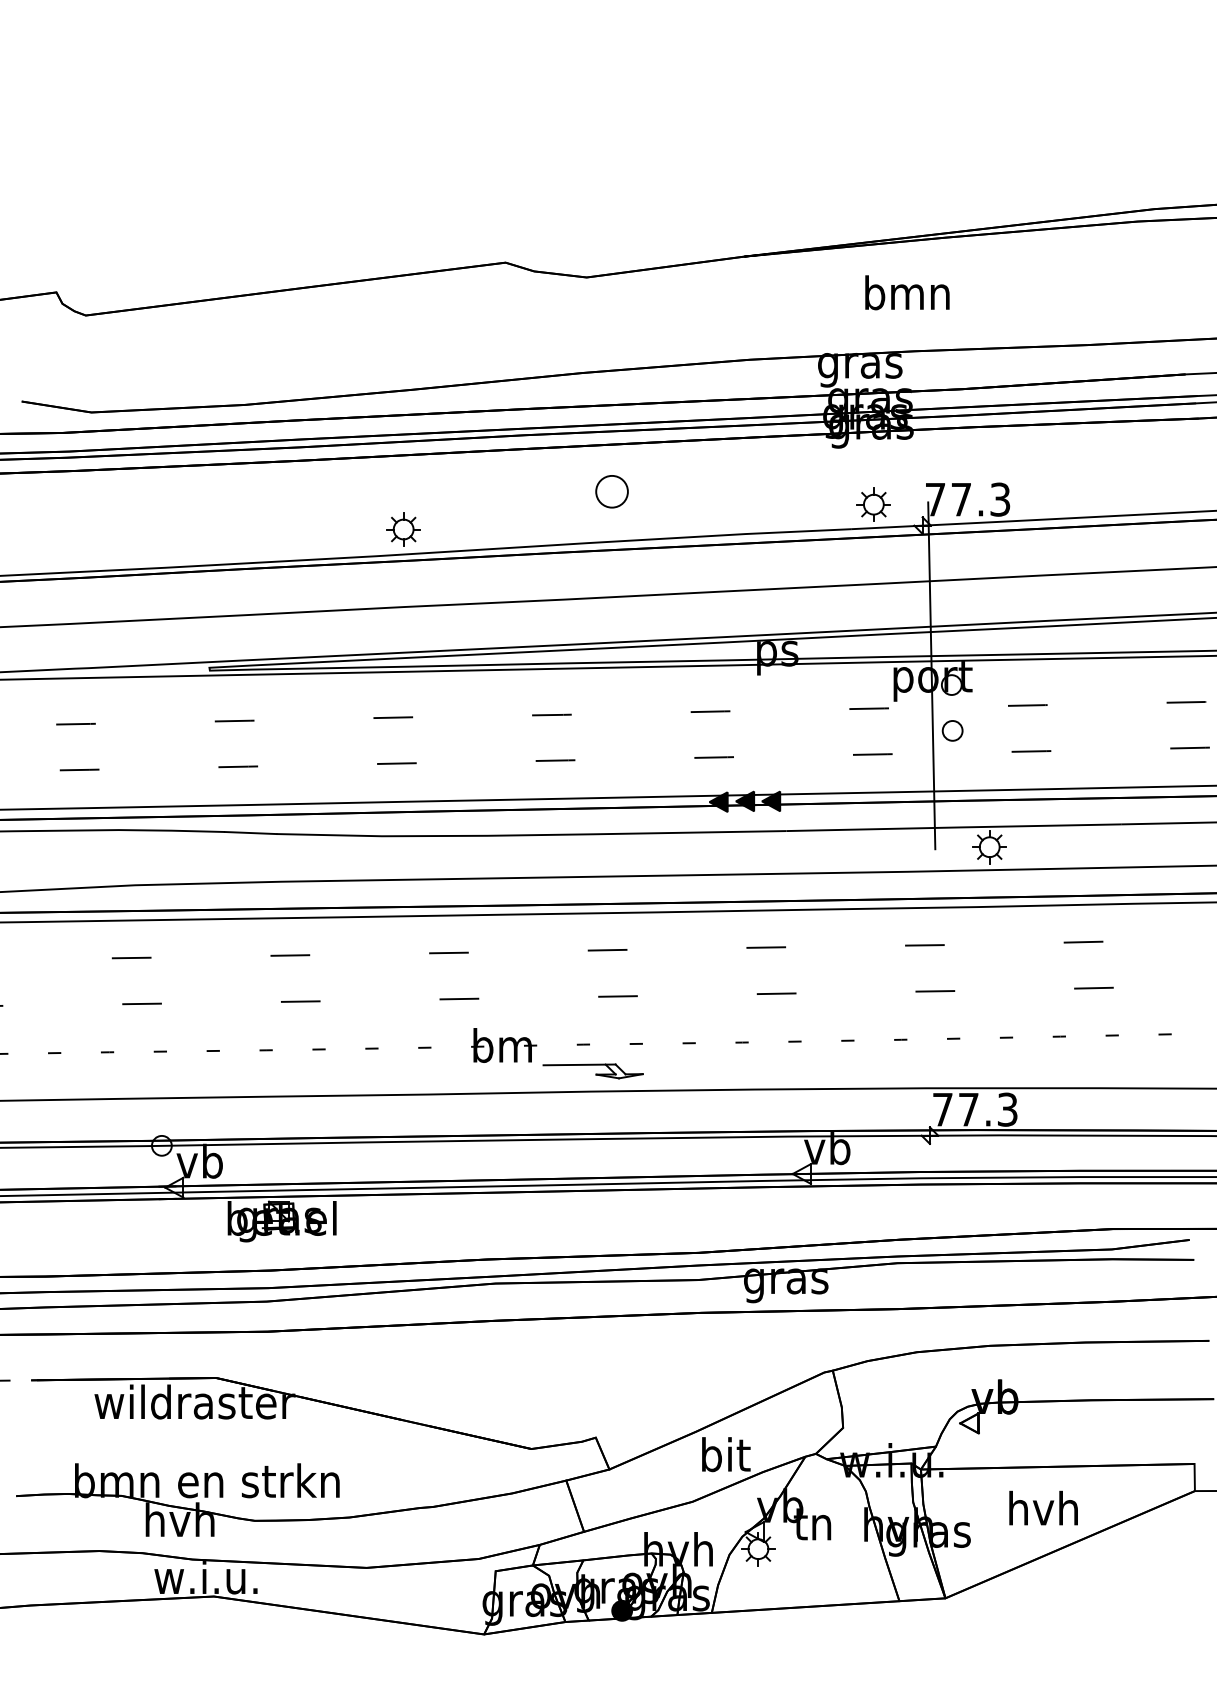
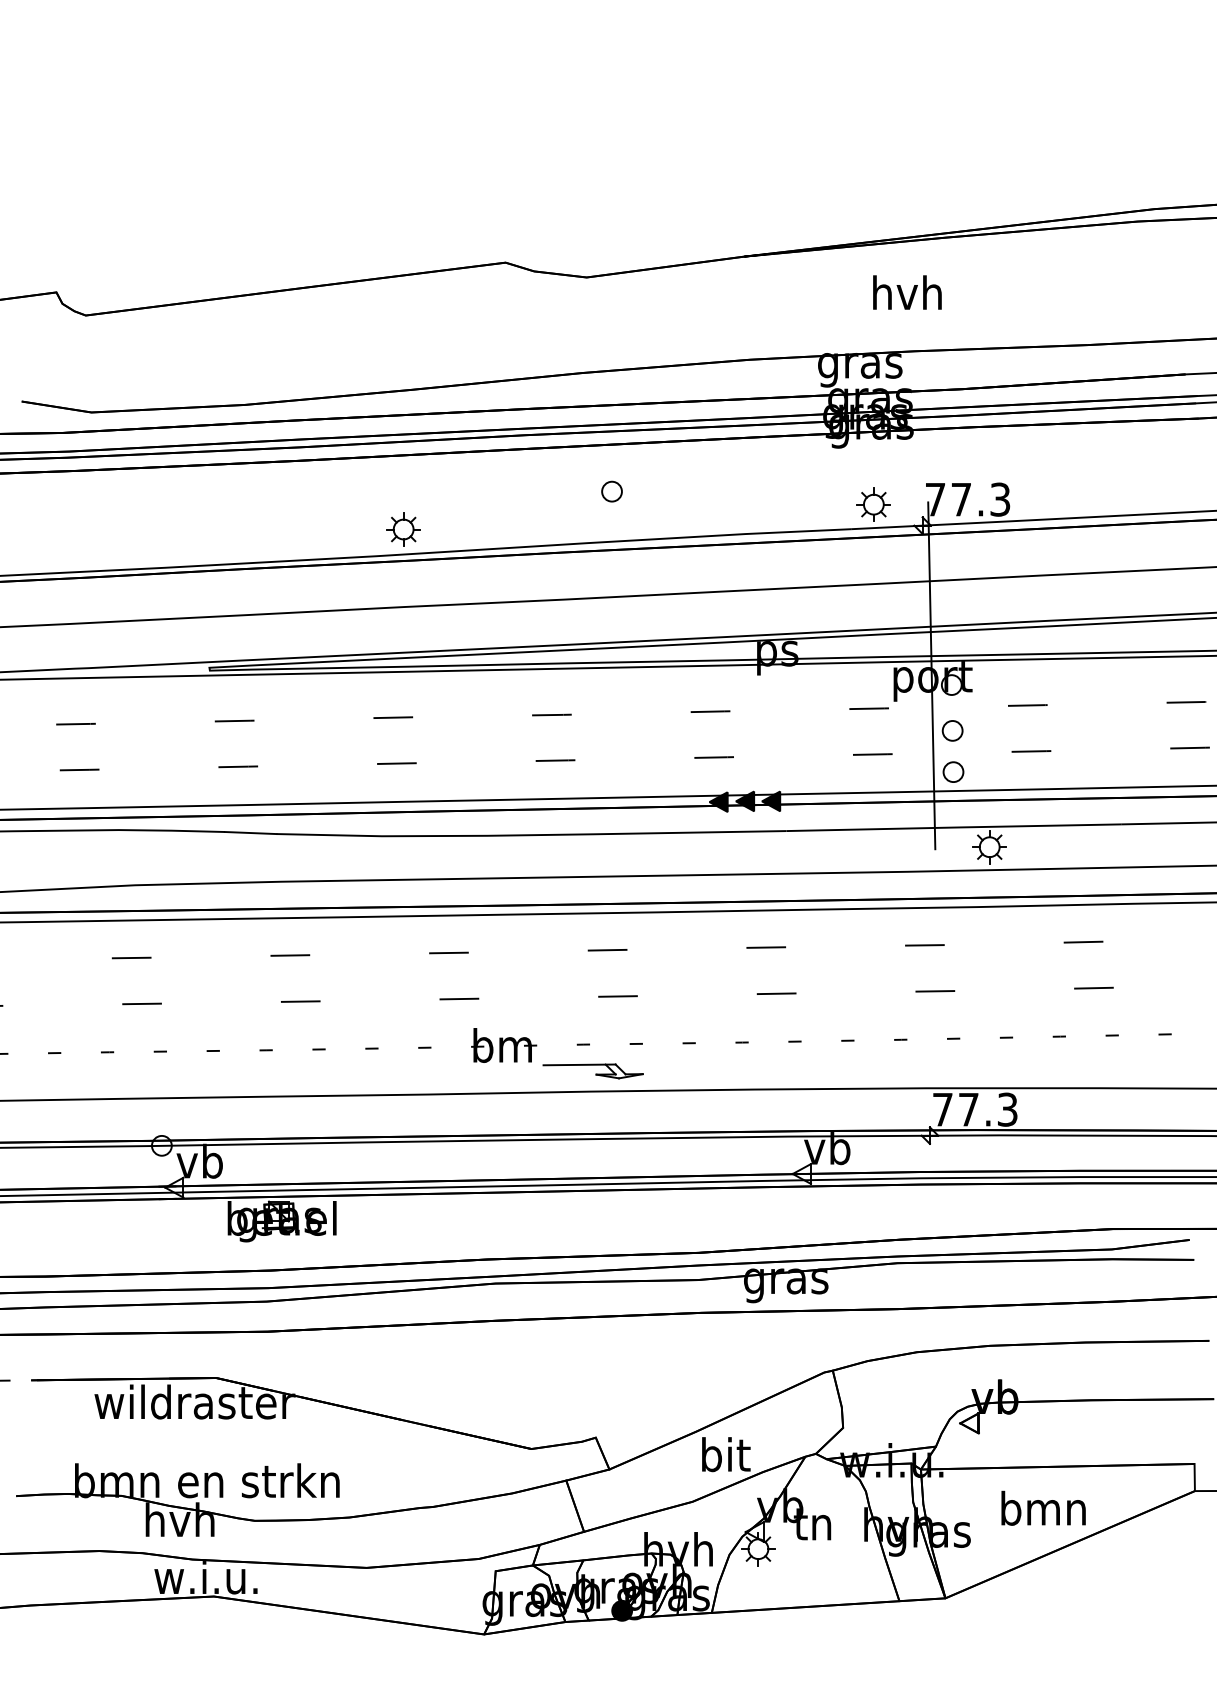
text at (907, 292): bmn -> hvh
part at (611, 491) size: 34x34 px -> 22x23 px
part at (953, 771): none -> present
text at (1043, 1507): hvh -> bmn
